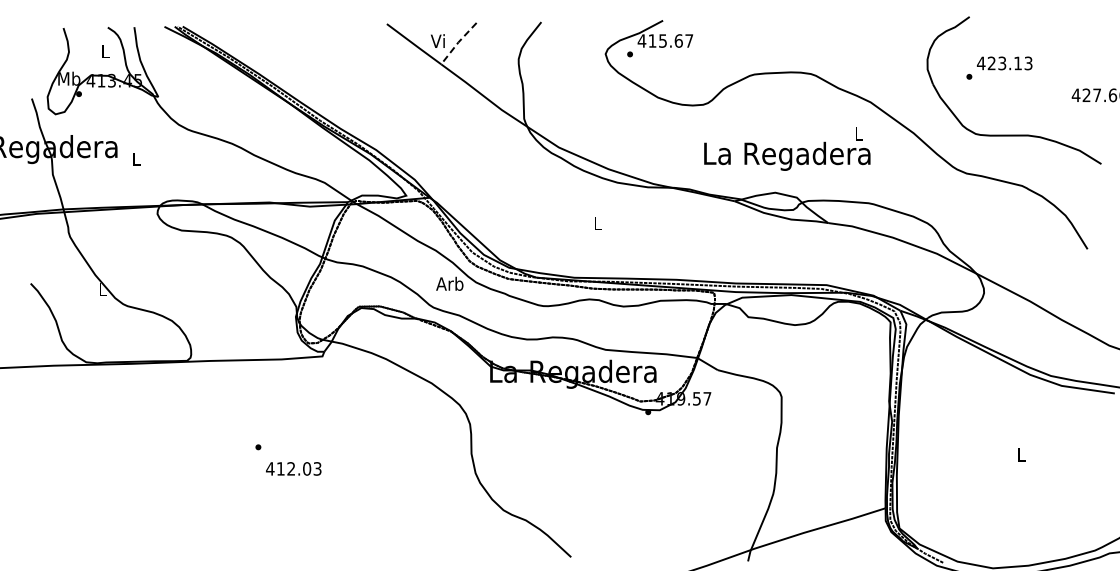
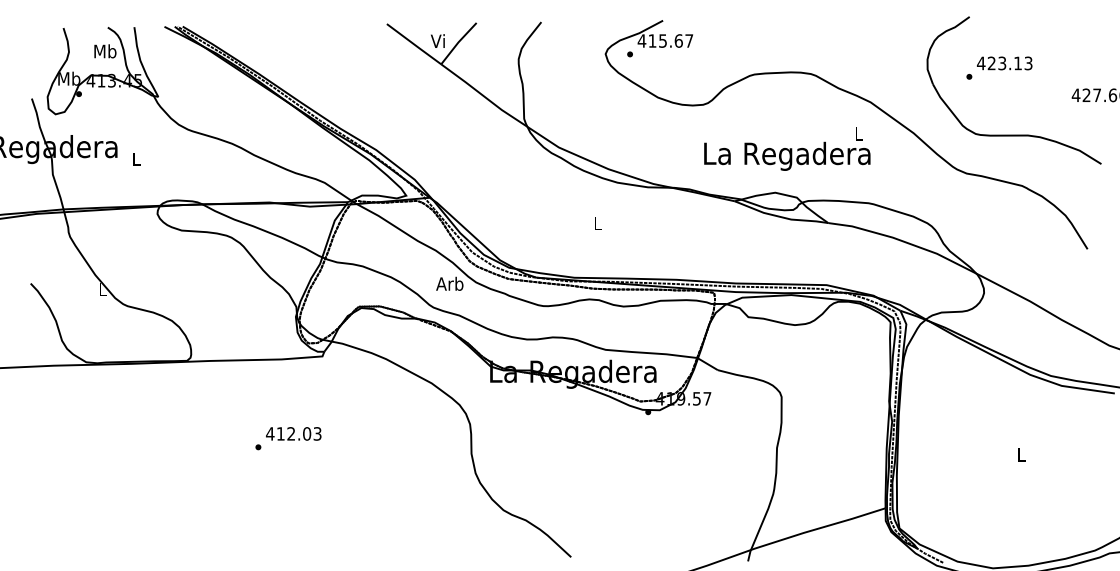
line at (458, 42): dashed -> solid
text at (105, 51): L -> Mb
text at (293, 468) position: (293, 468) -> (293, 433)
